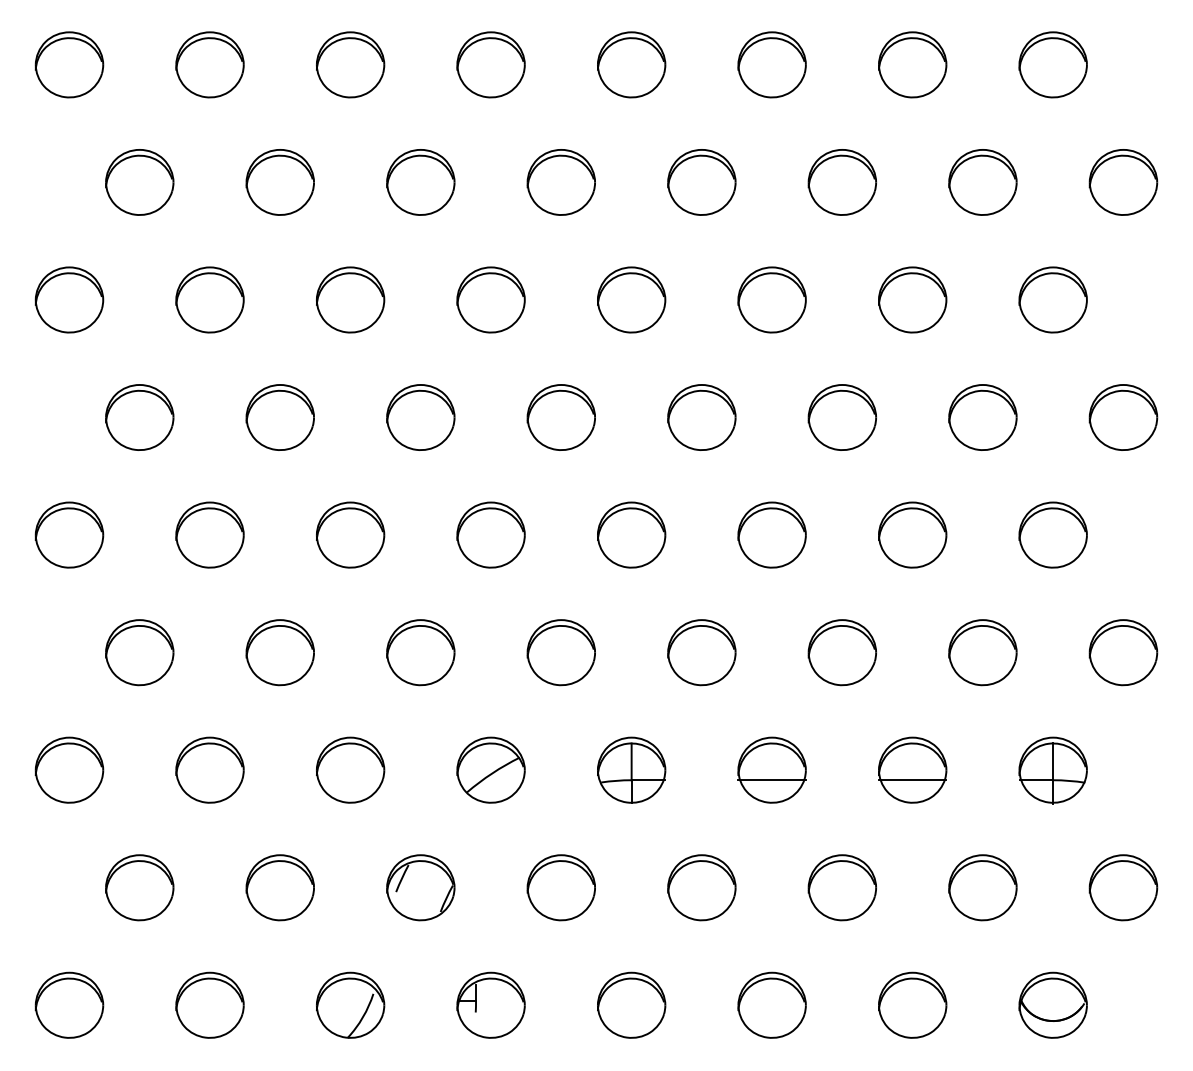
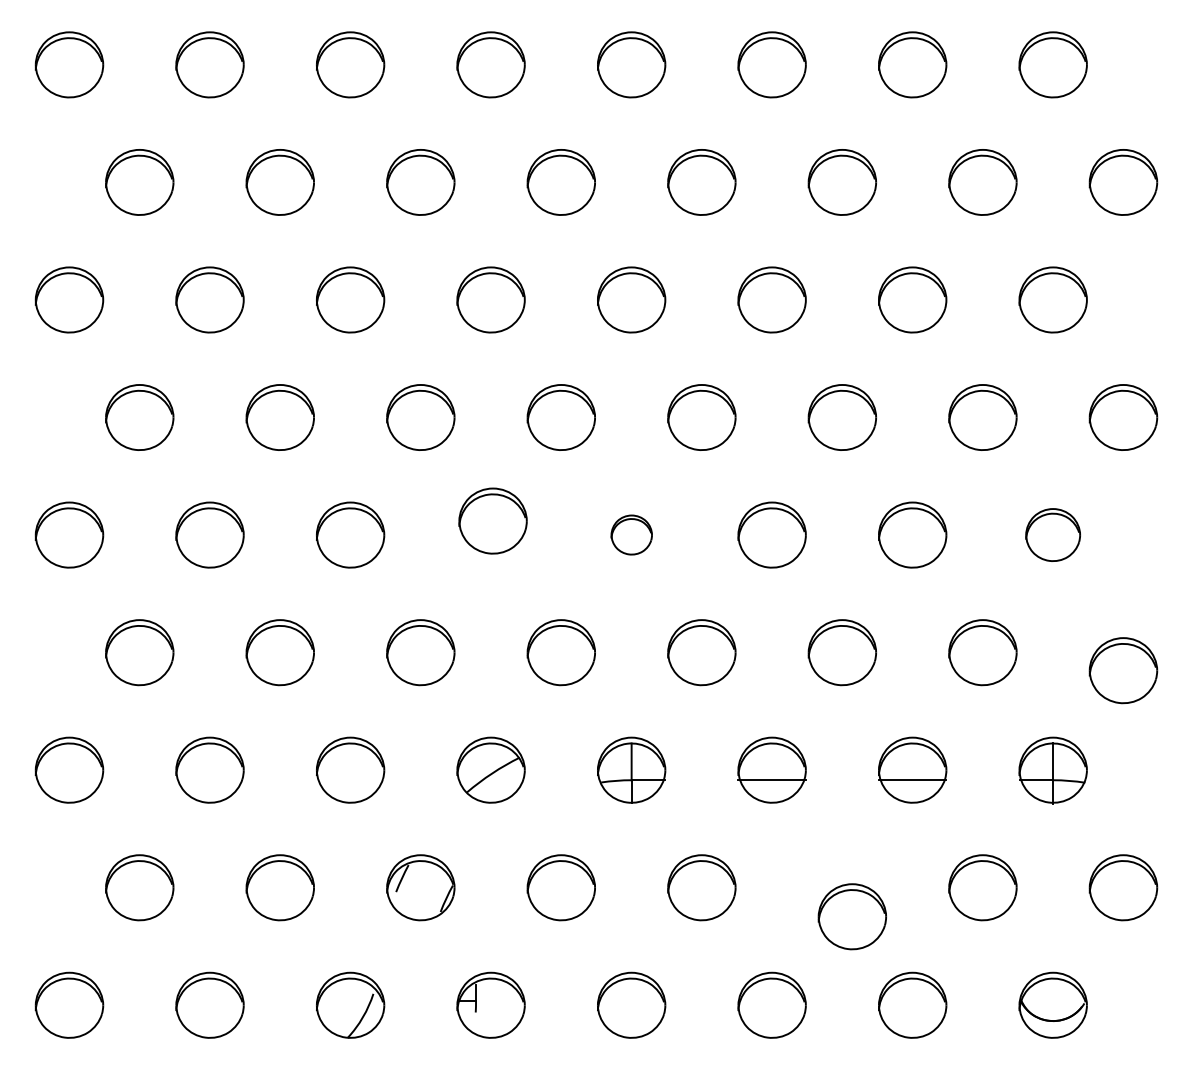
part at (490, 534) position: (490, 534) -> (492, 520)
part at (631, 534) size: 70x68 px -> 43x42 px
part at (1052, 534) size: 70x68 px -> 56x54 px
part at (1123, 652) position: (1123, 652) -> (1123, 670)
part at (841, 887) position: (841, 887) -> (851, 916)
